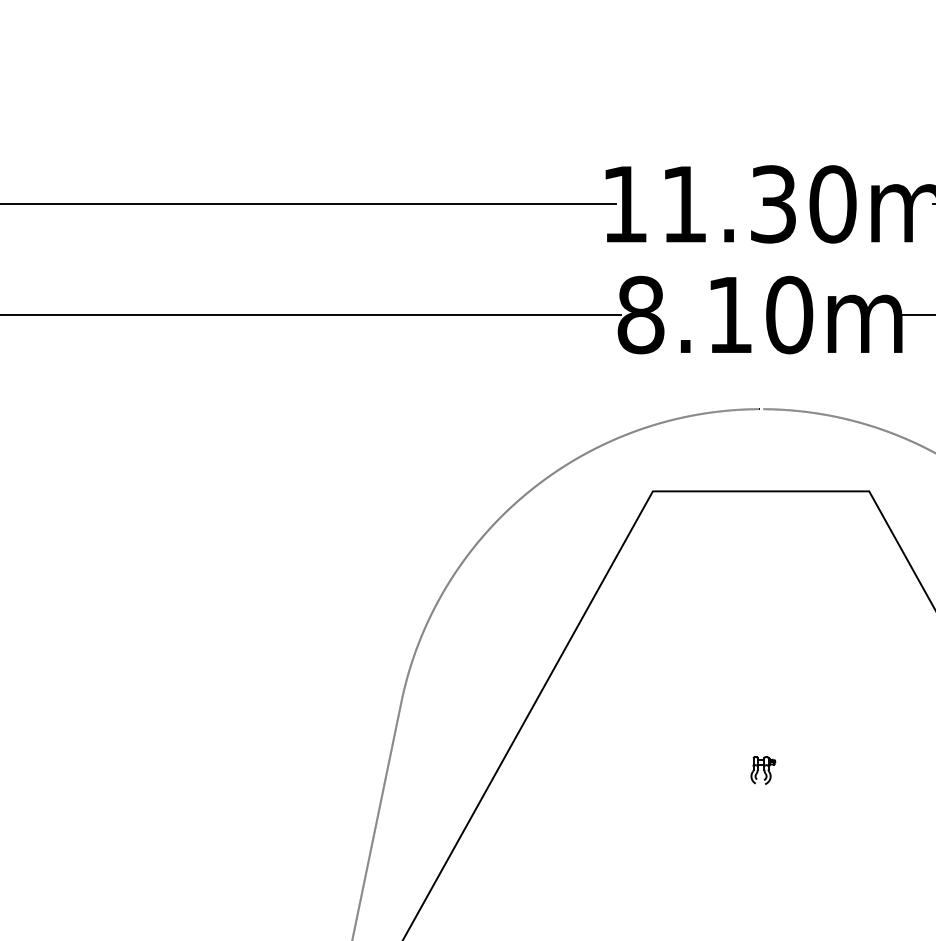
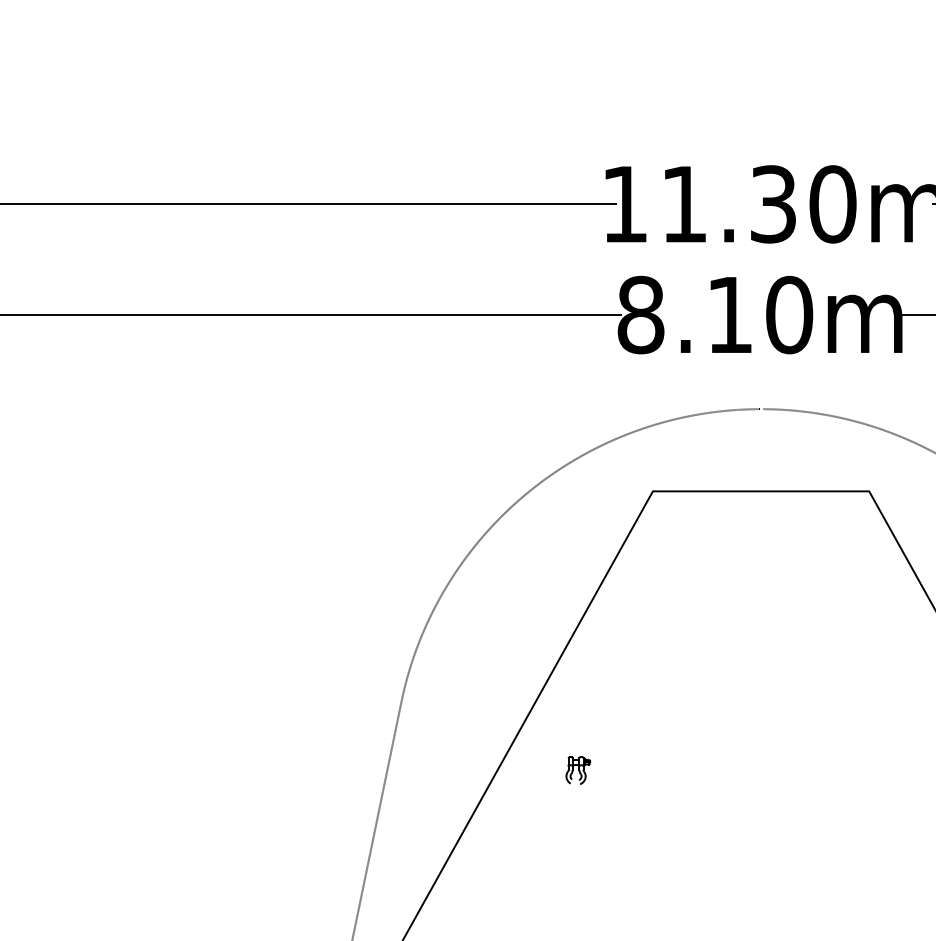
part at (763, 770) position: (763, 770) -> (578, 770)
